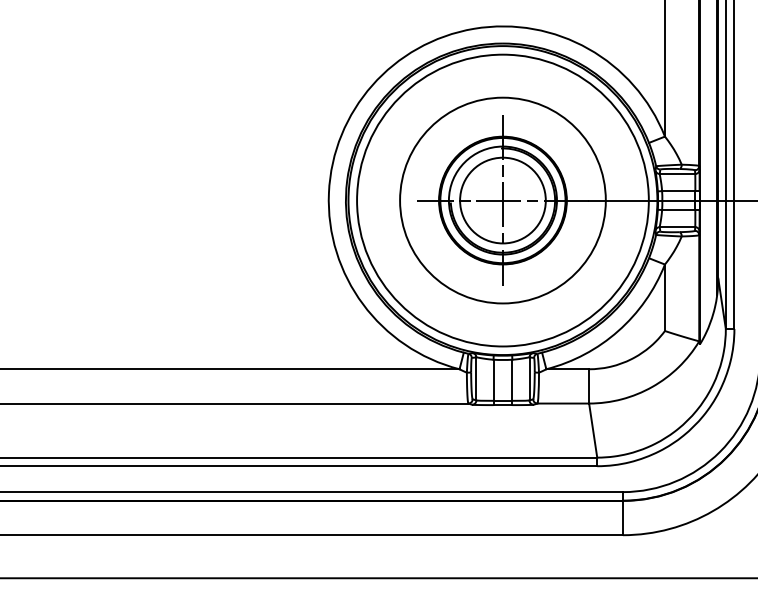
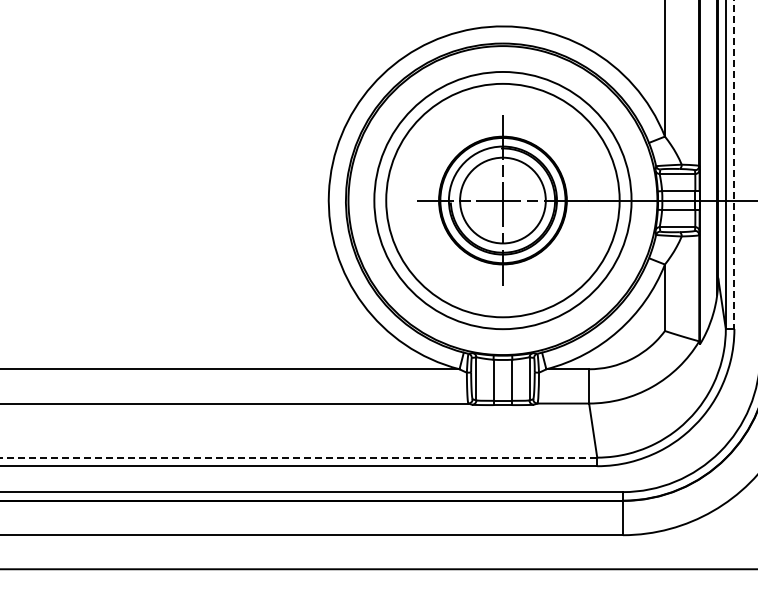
line at (734, 164): solid -> dashed
circle at (502, 200) diameter: 206 px -> 257 px
circle at (502, 200) diameter: 292 px -> 233 px
line at (298, 457): solid -> dashed
line at (378, 578) position: (378, 578) -> (378, 569)
